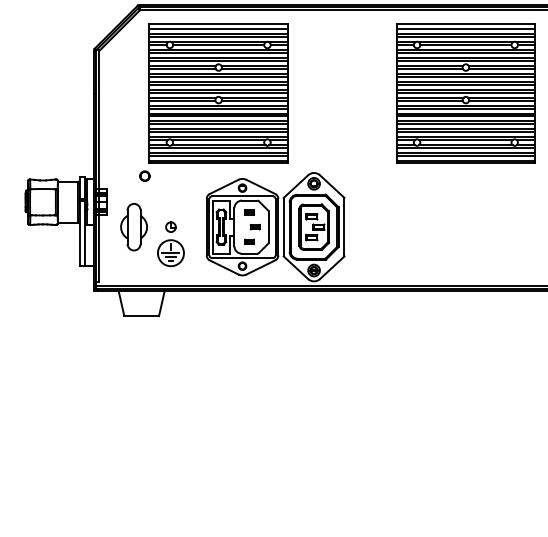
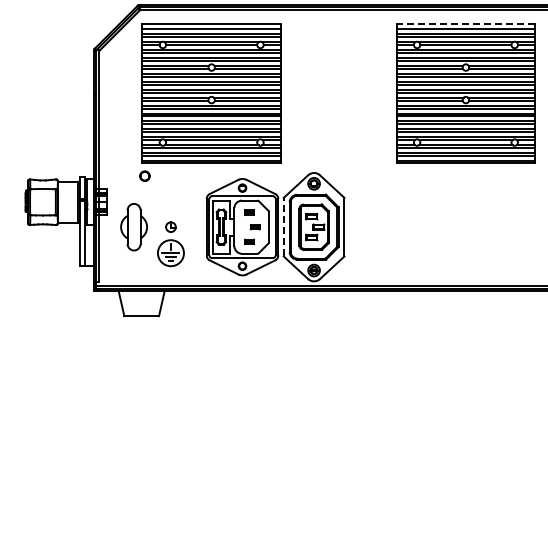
line at (465, 24): solid -> dashed
part at (218, 93) position: (218, 93) -> (211, 93)
line at (283, 226): solid -> dashed
